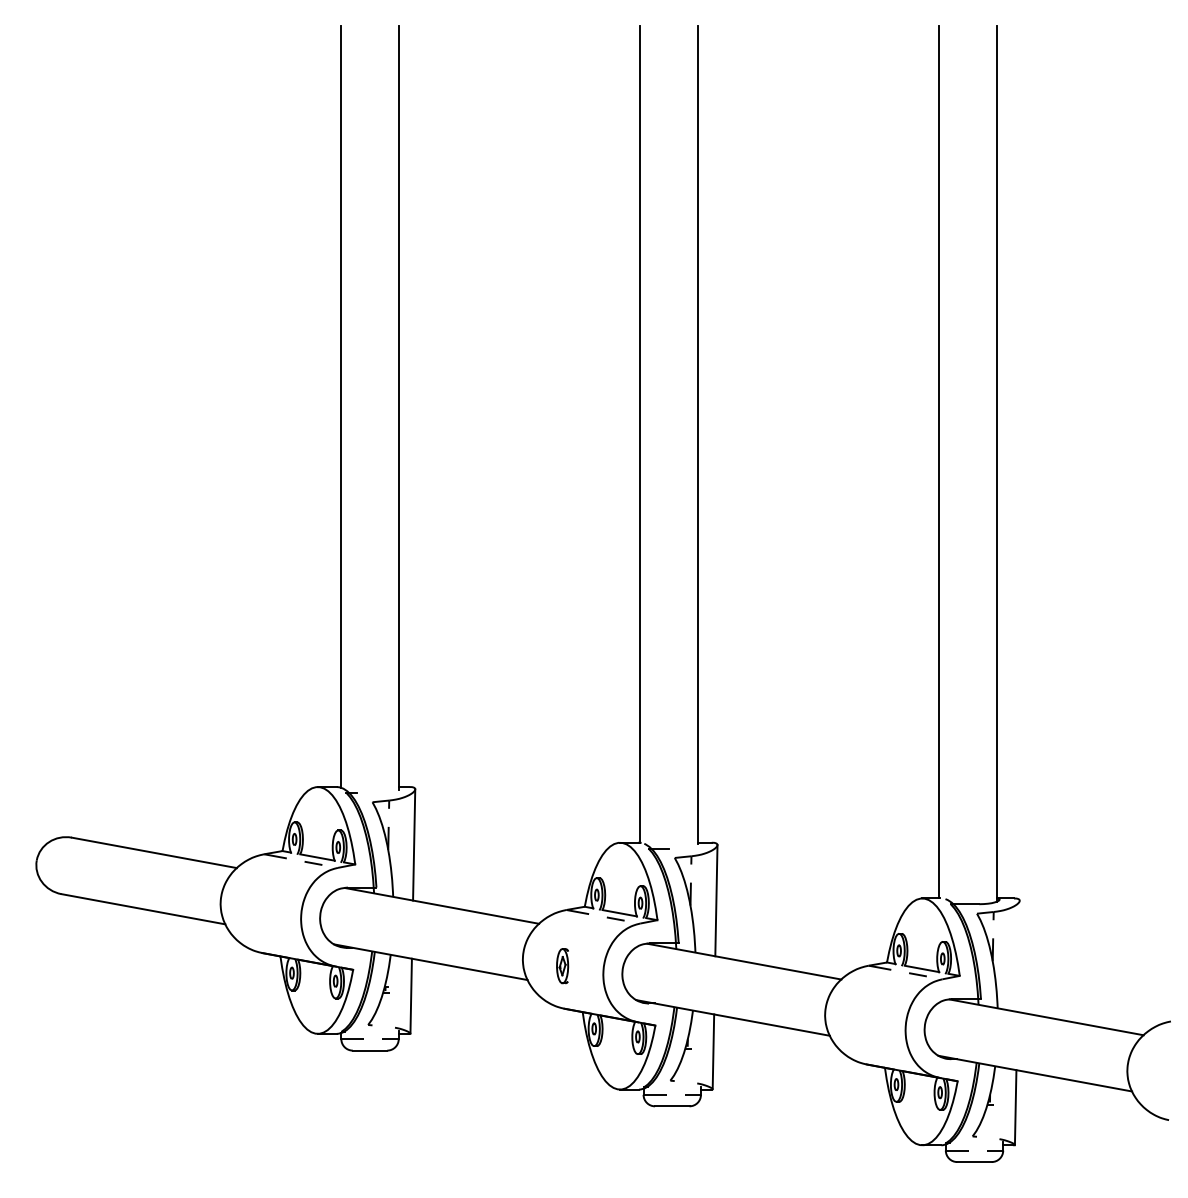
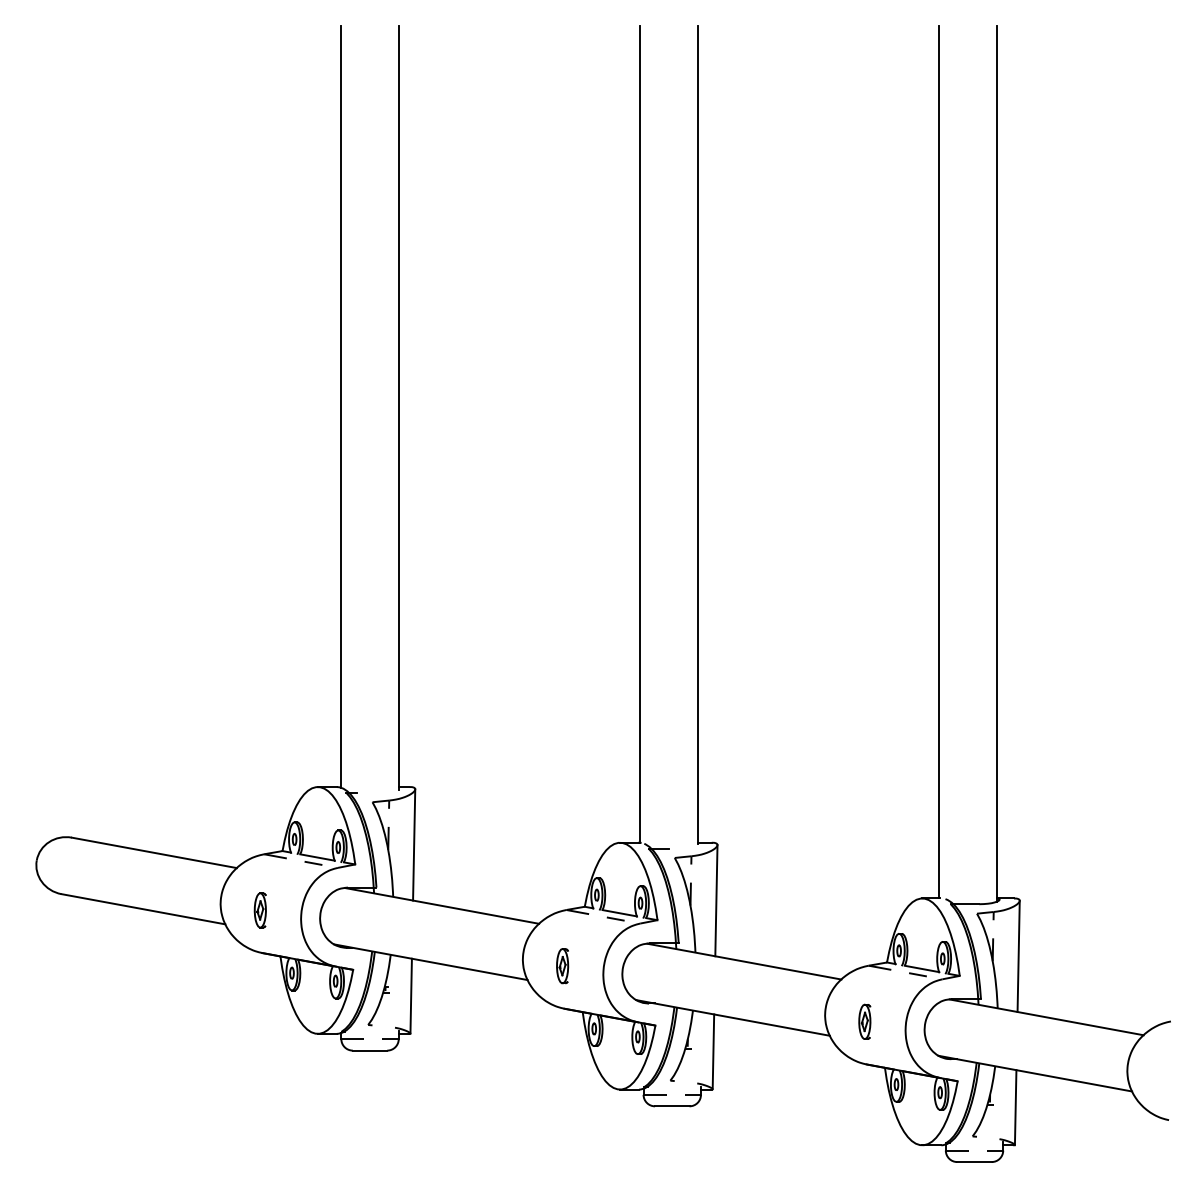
part at (259, 910): none -> present
line at (1018, 956): none -> present
part at (864, 1021): none -> present
